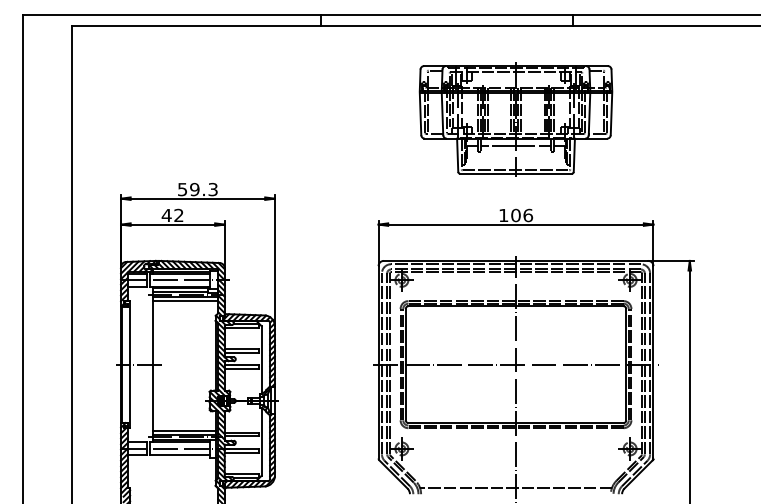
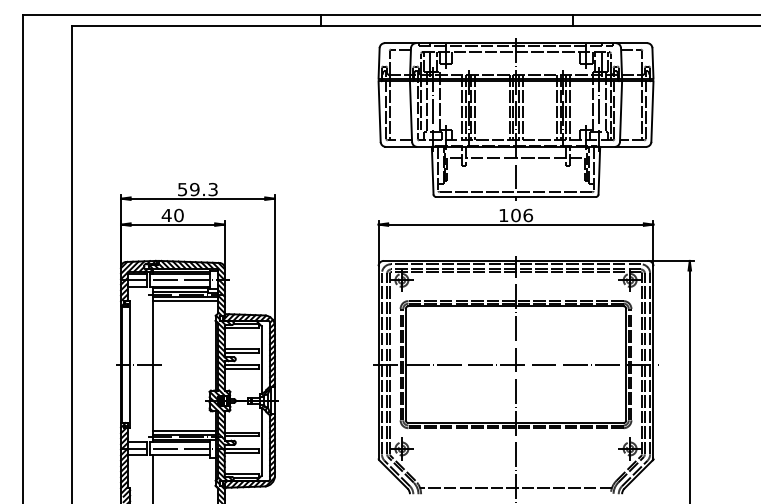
part at (515, 119) size: 196x115 px -> 278x163 px
text at (178, 215): 42 -> 40
line at (152, 477): none -> present
